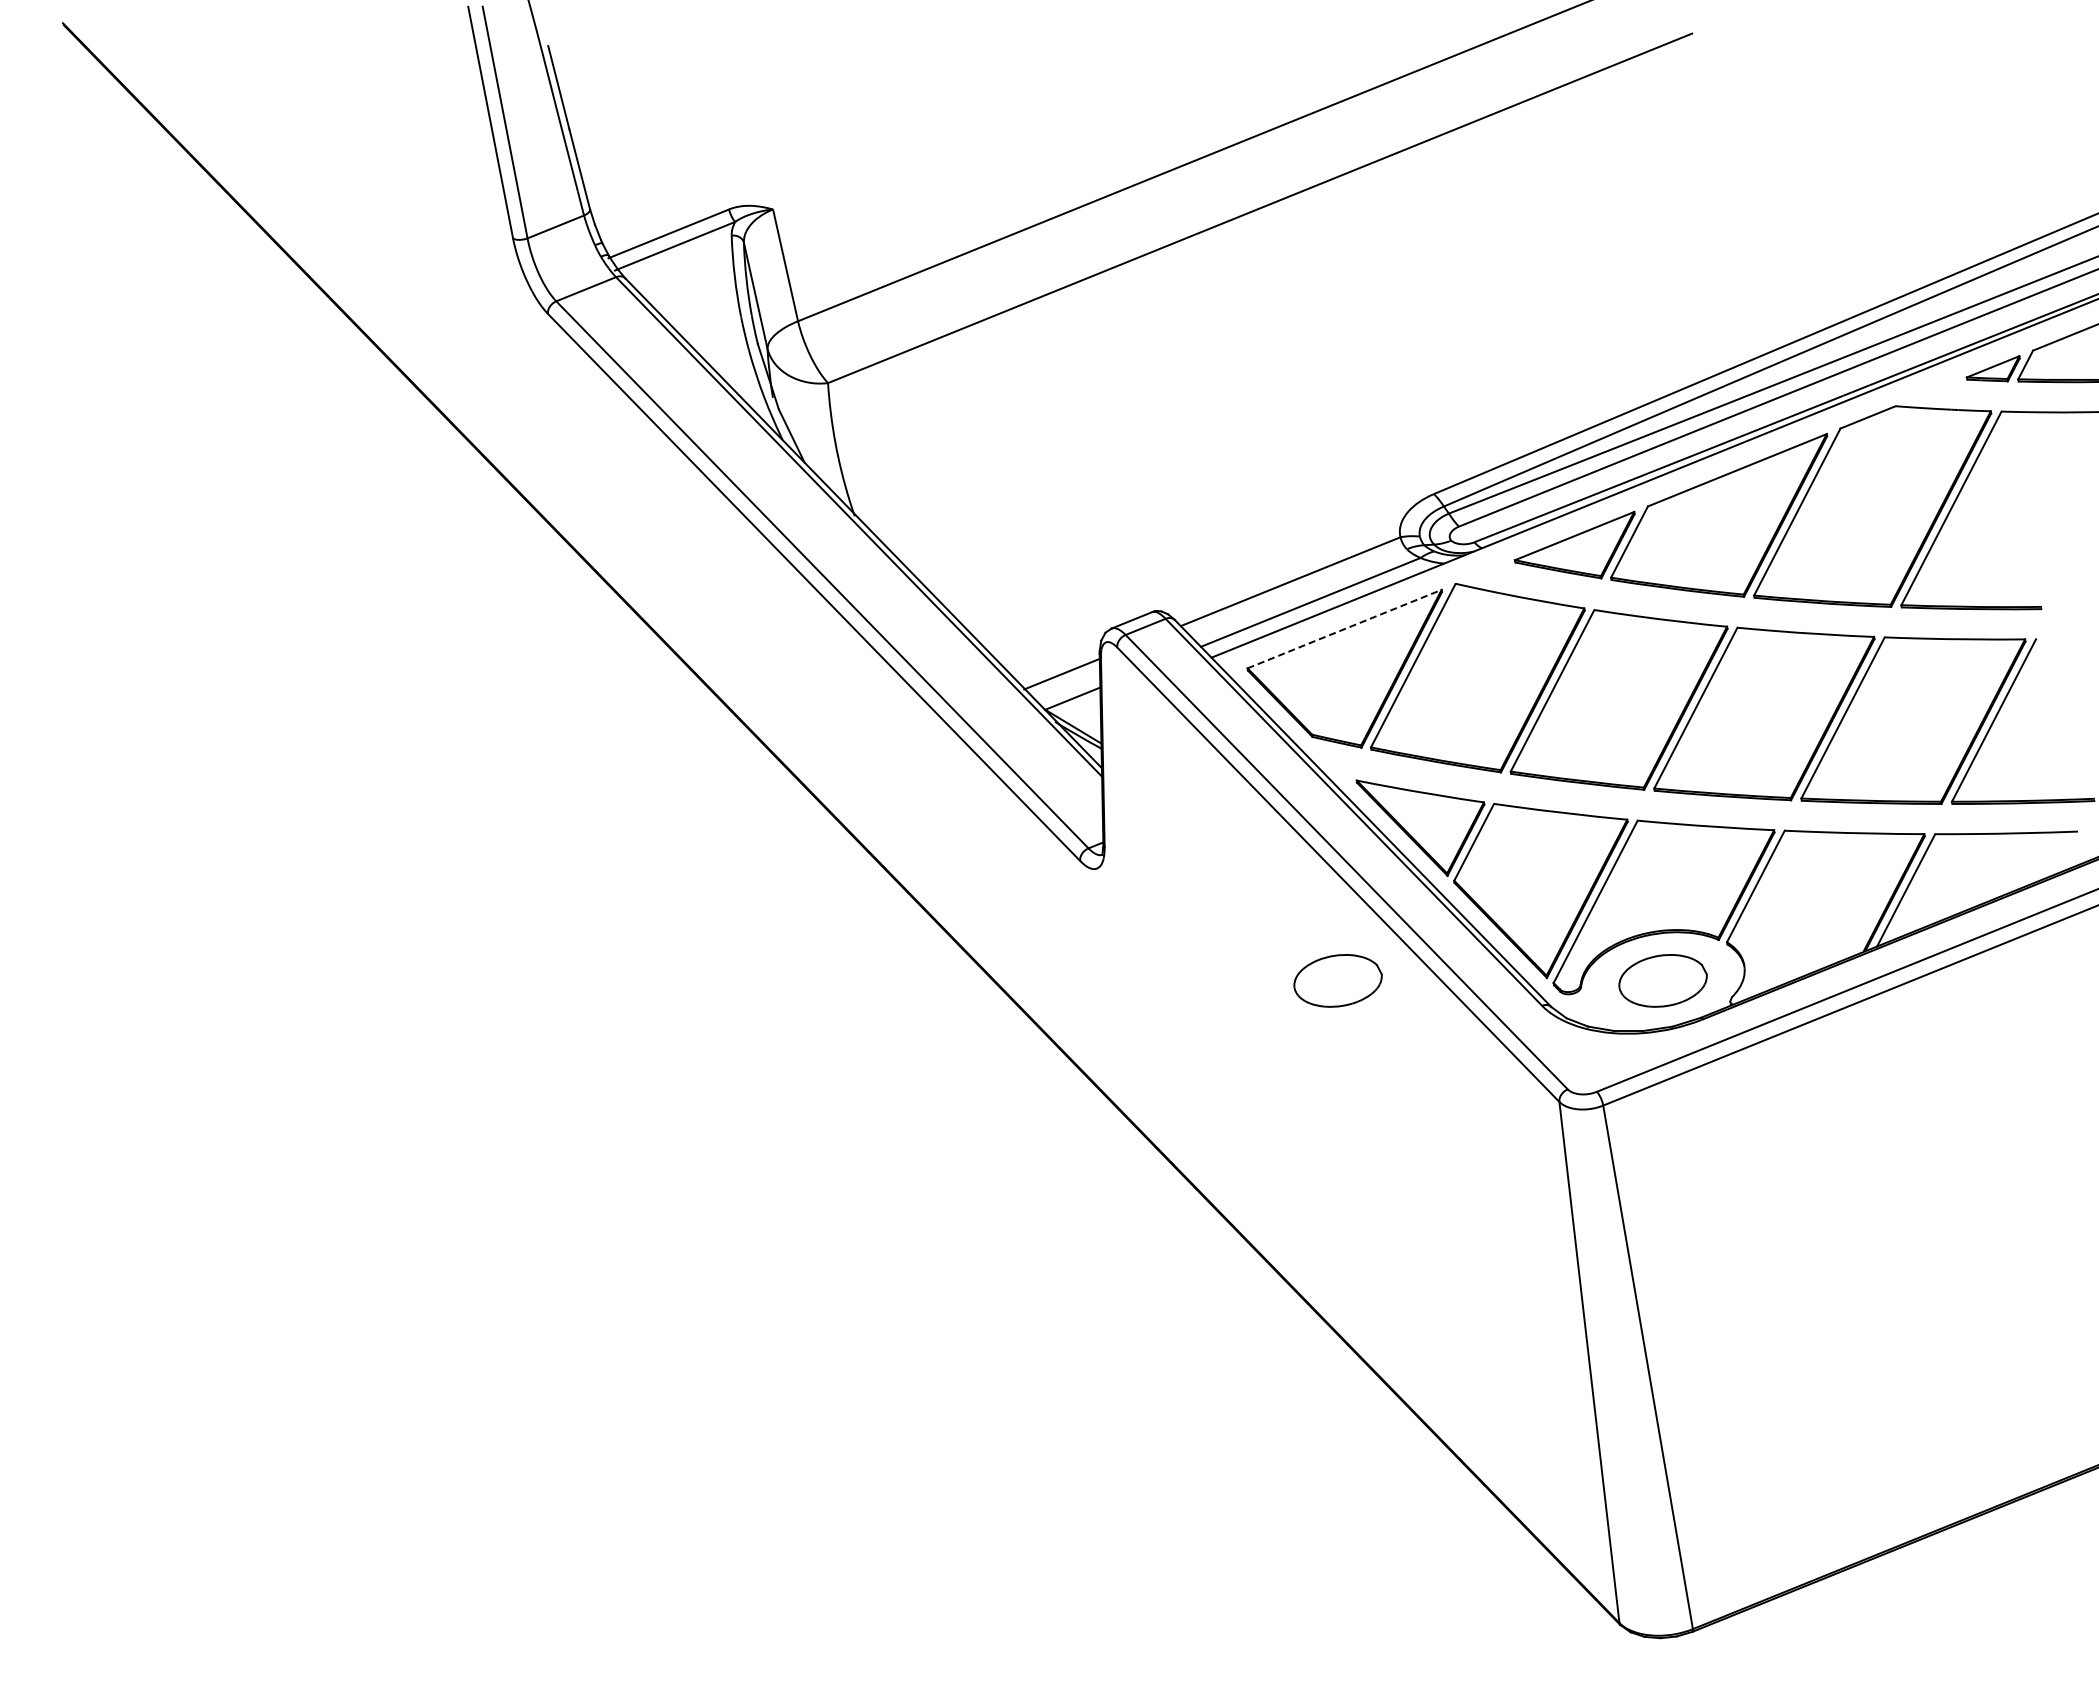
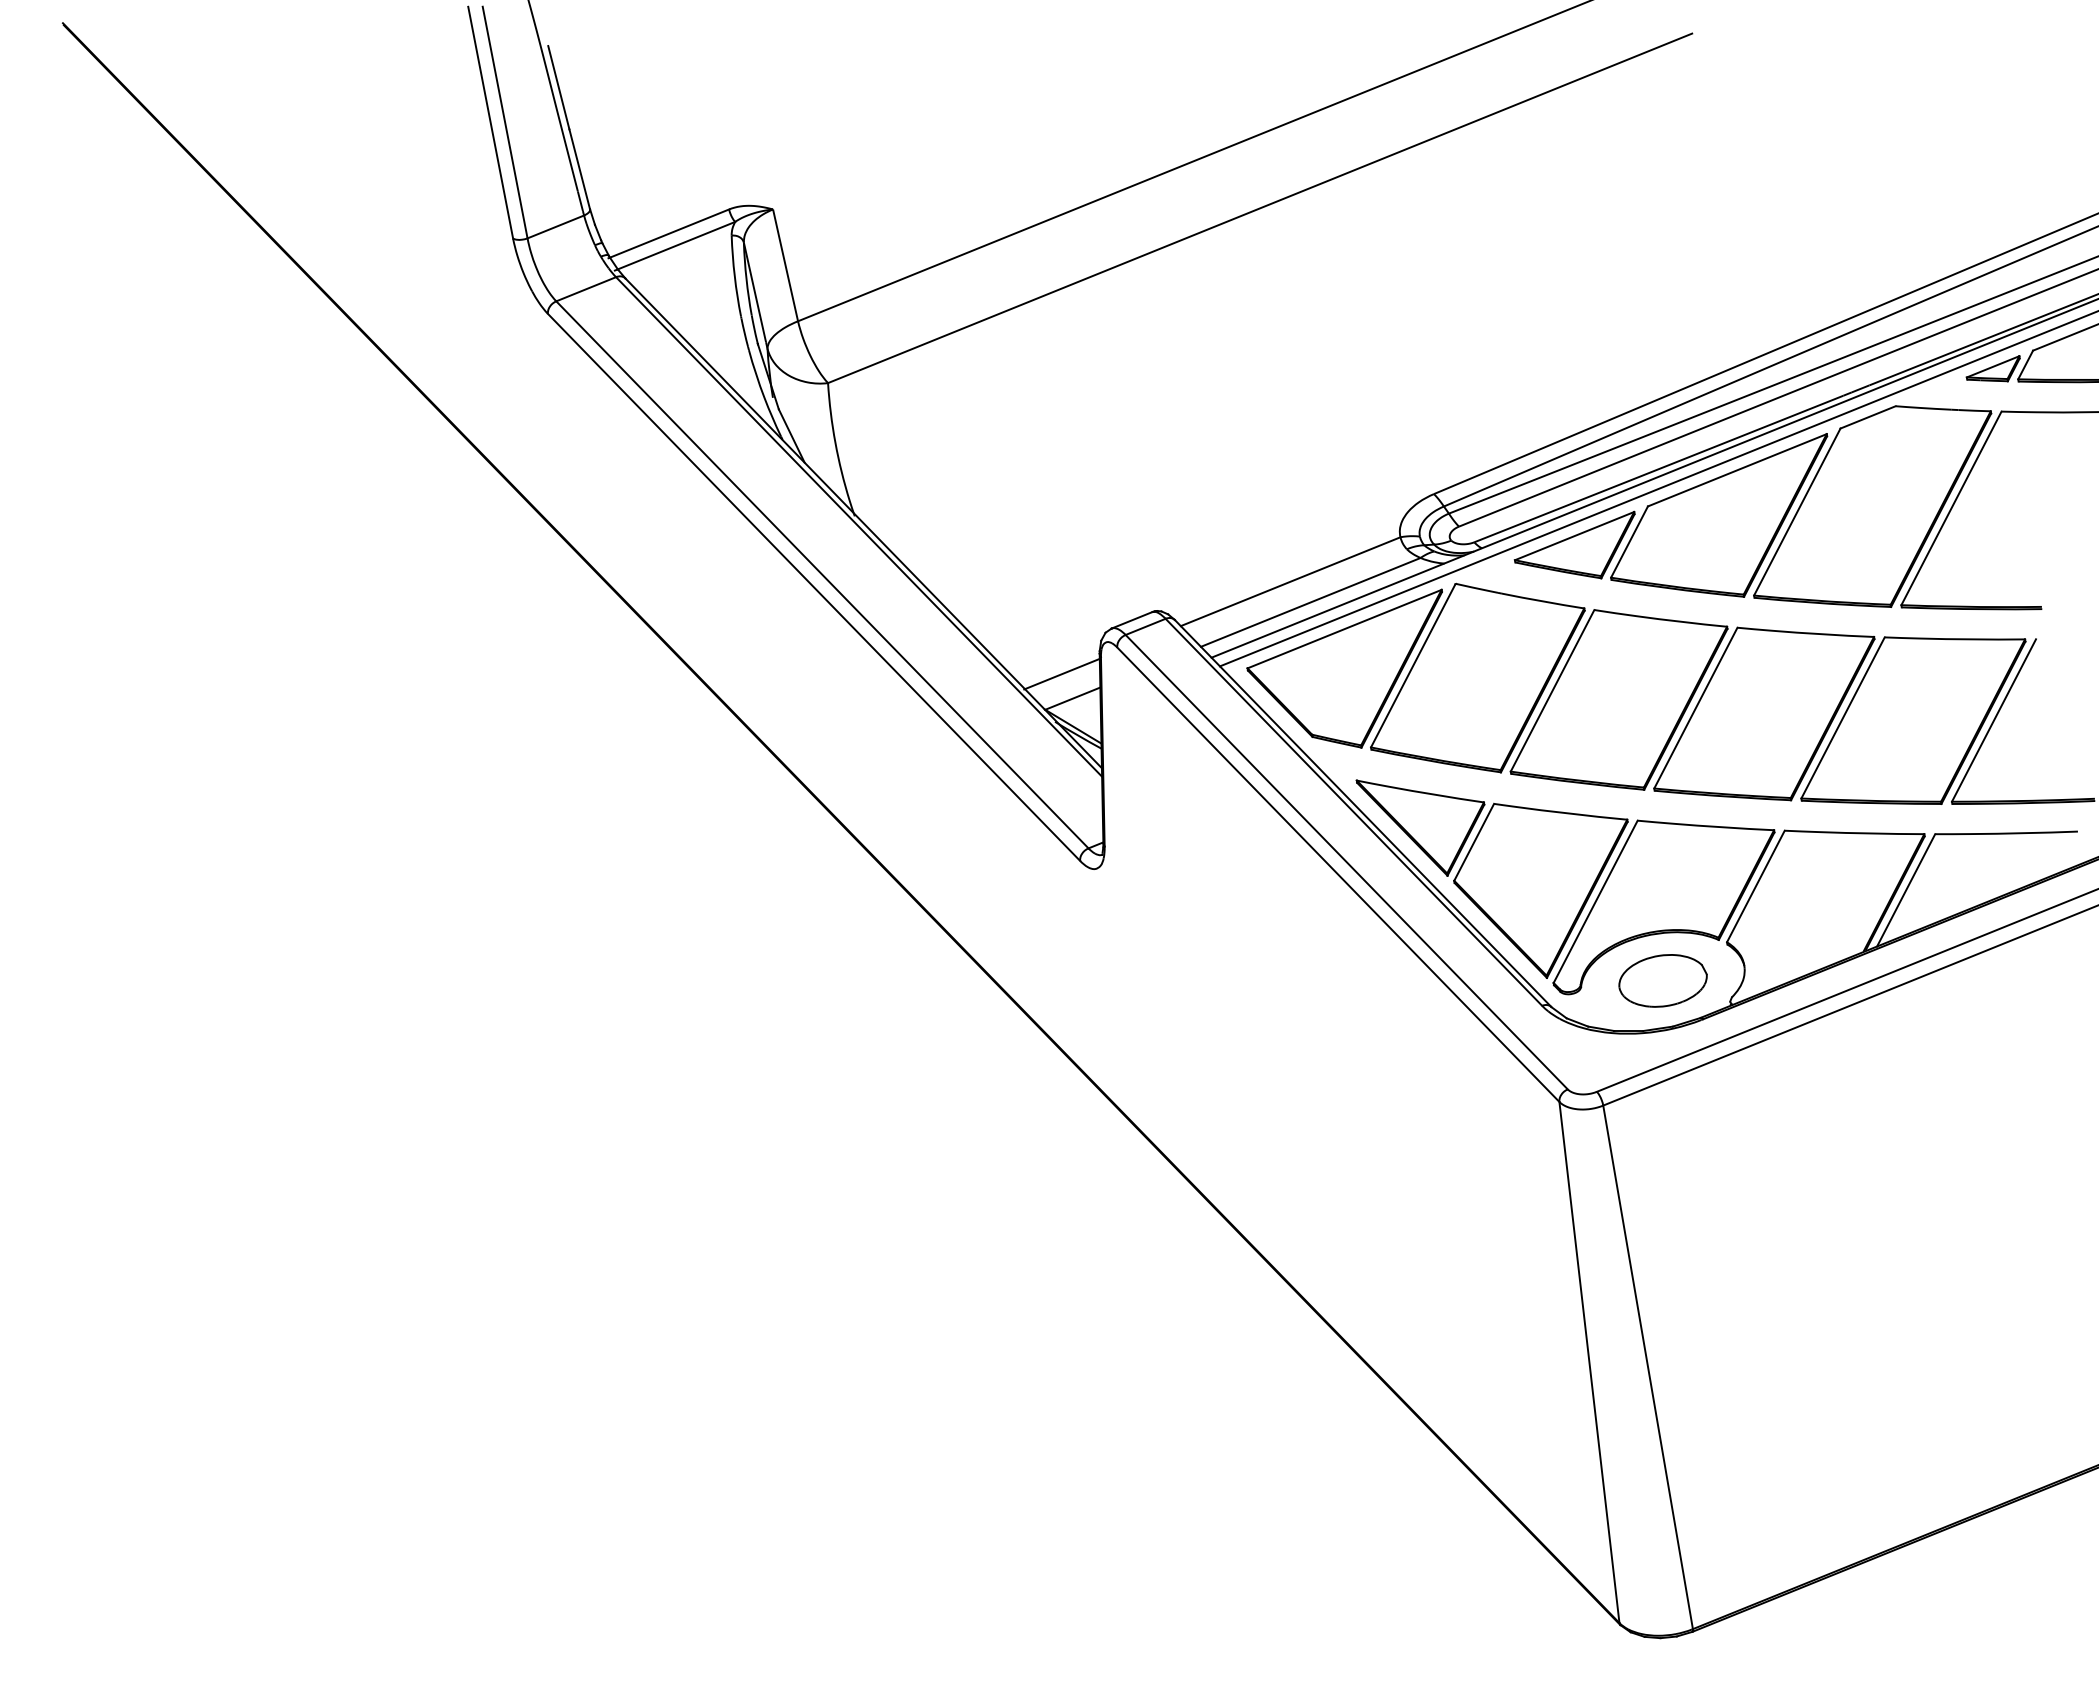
line at (1657, 489): none -> present
line at (1344, 629): dashed -> solid
part at (1337, 980): present -> none
